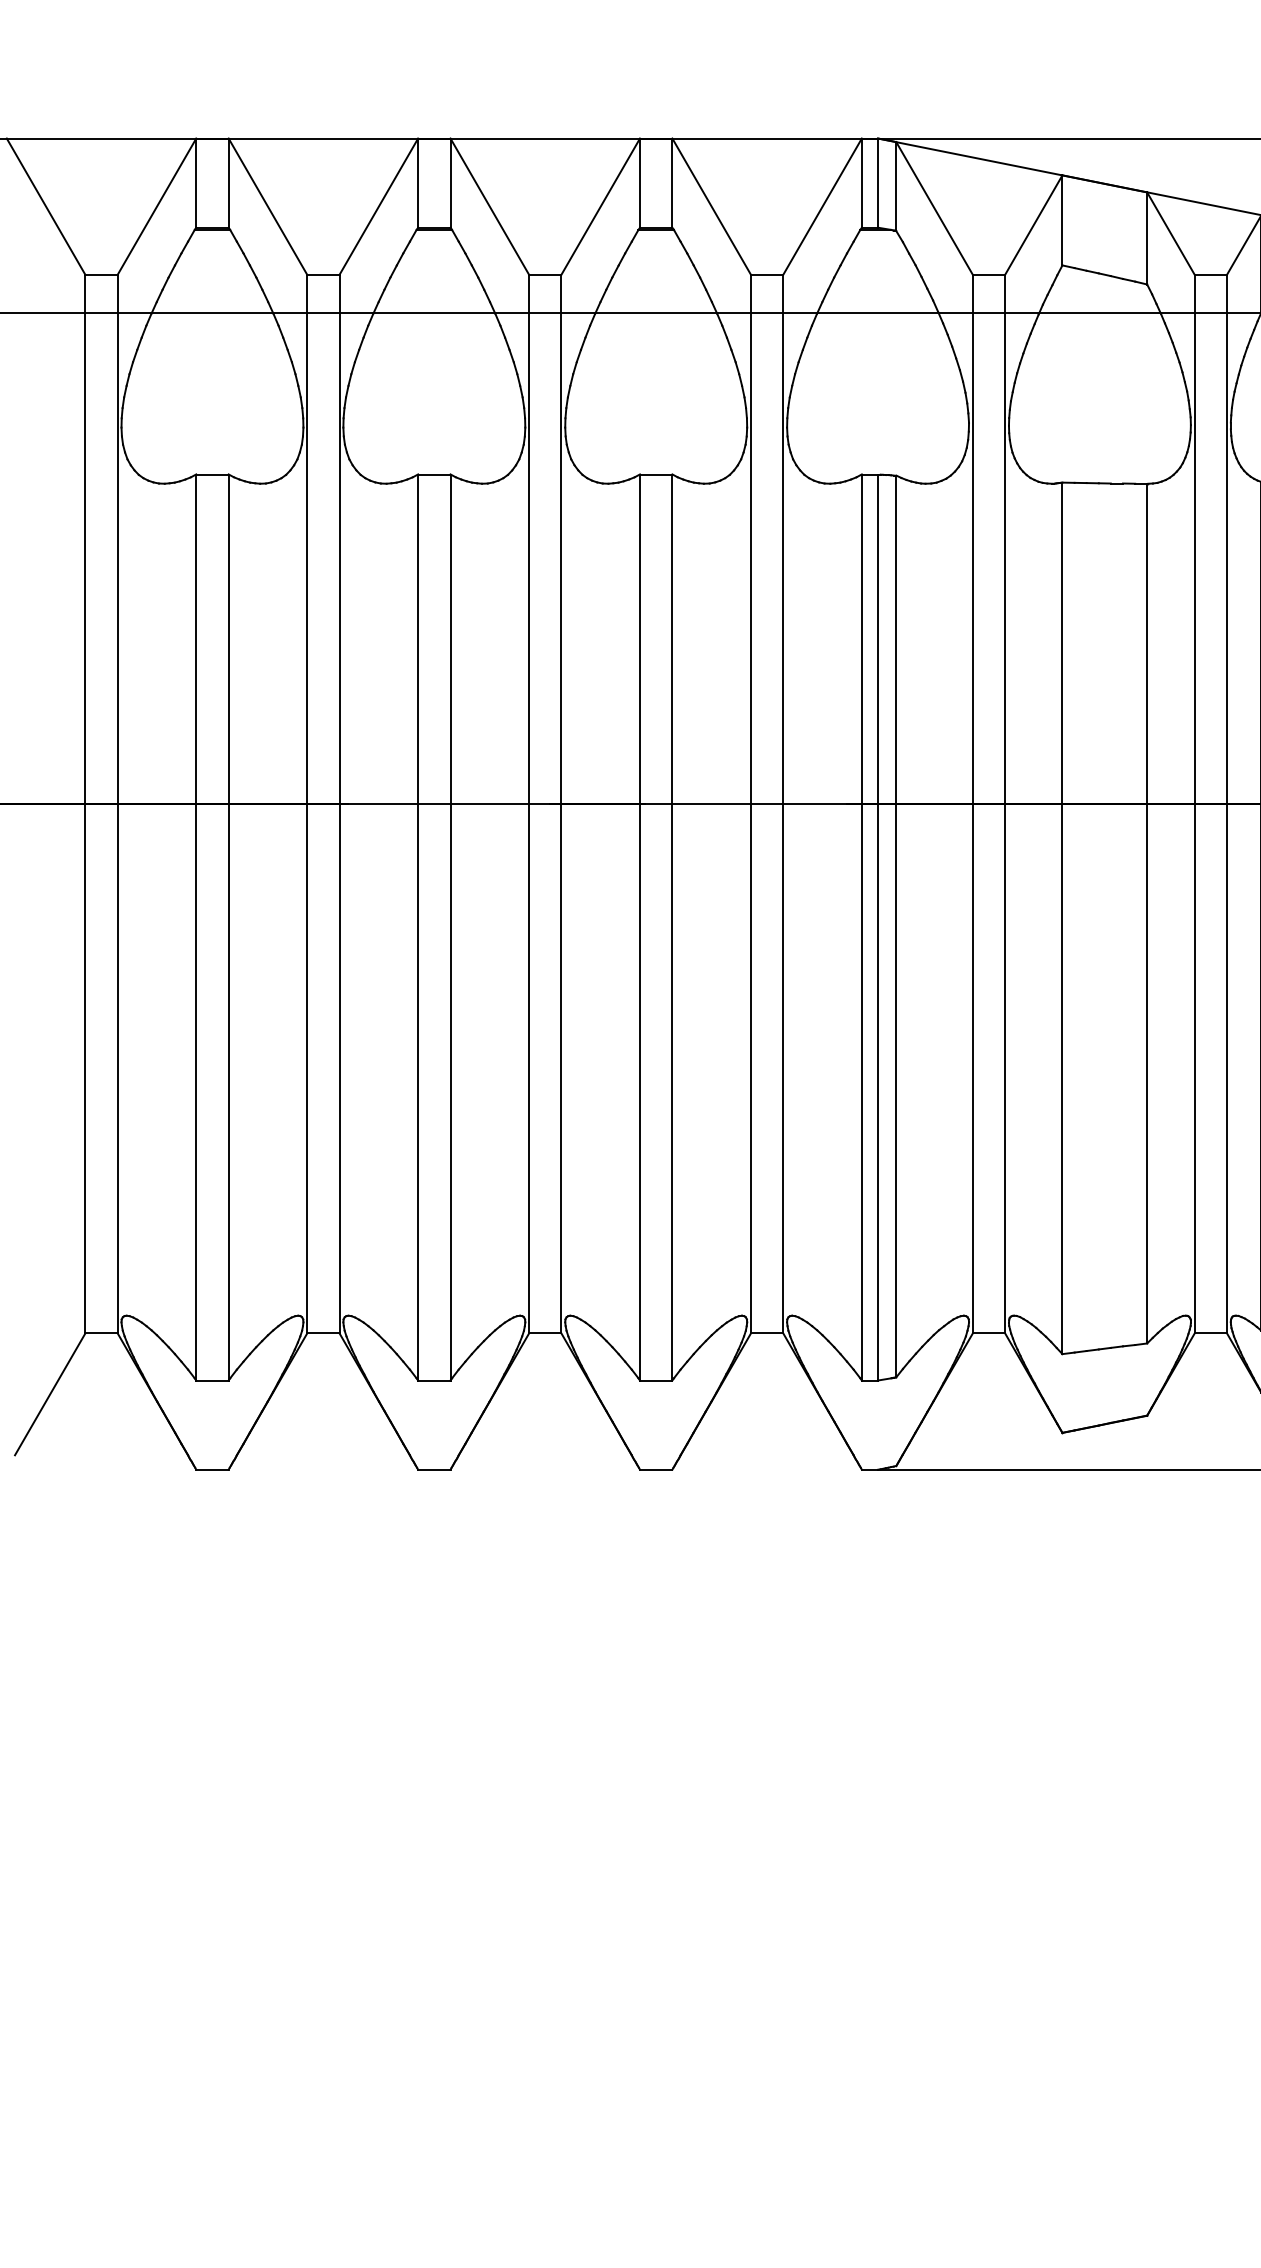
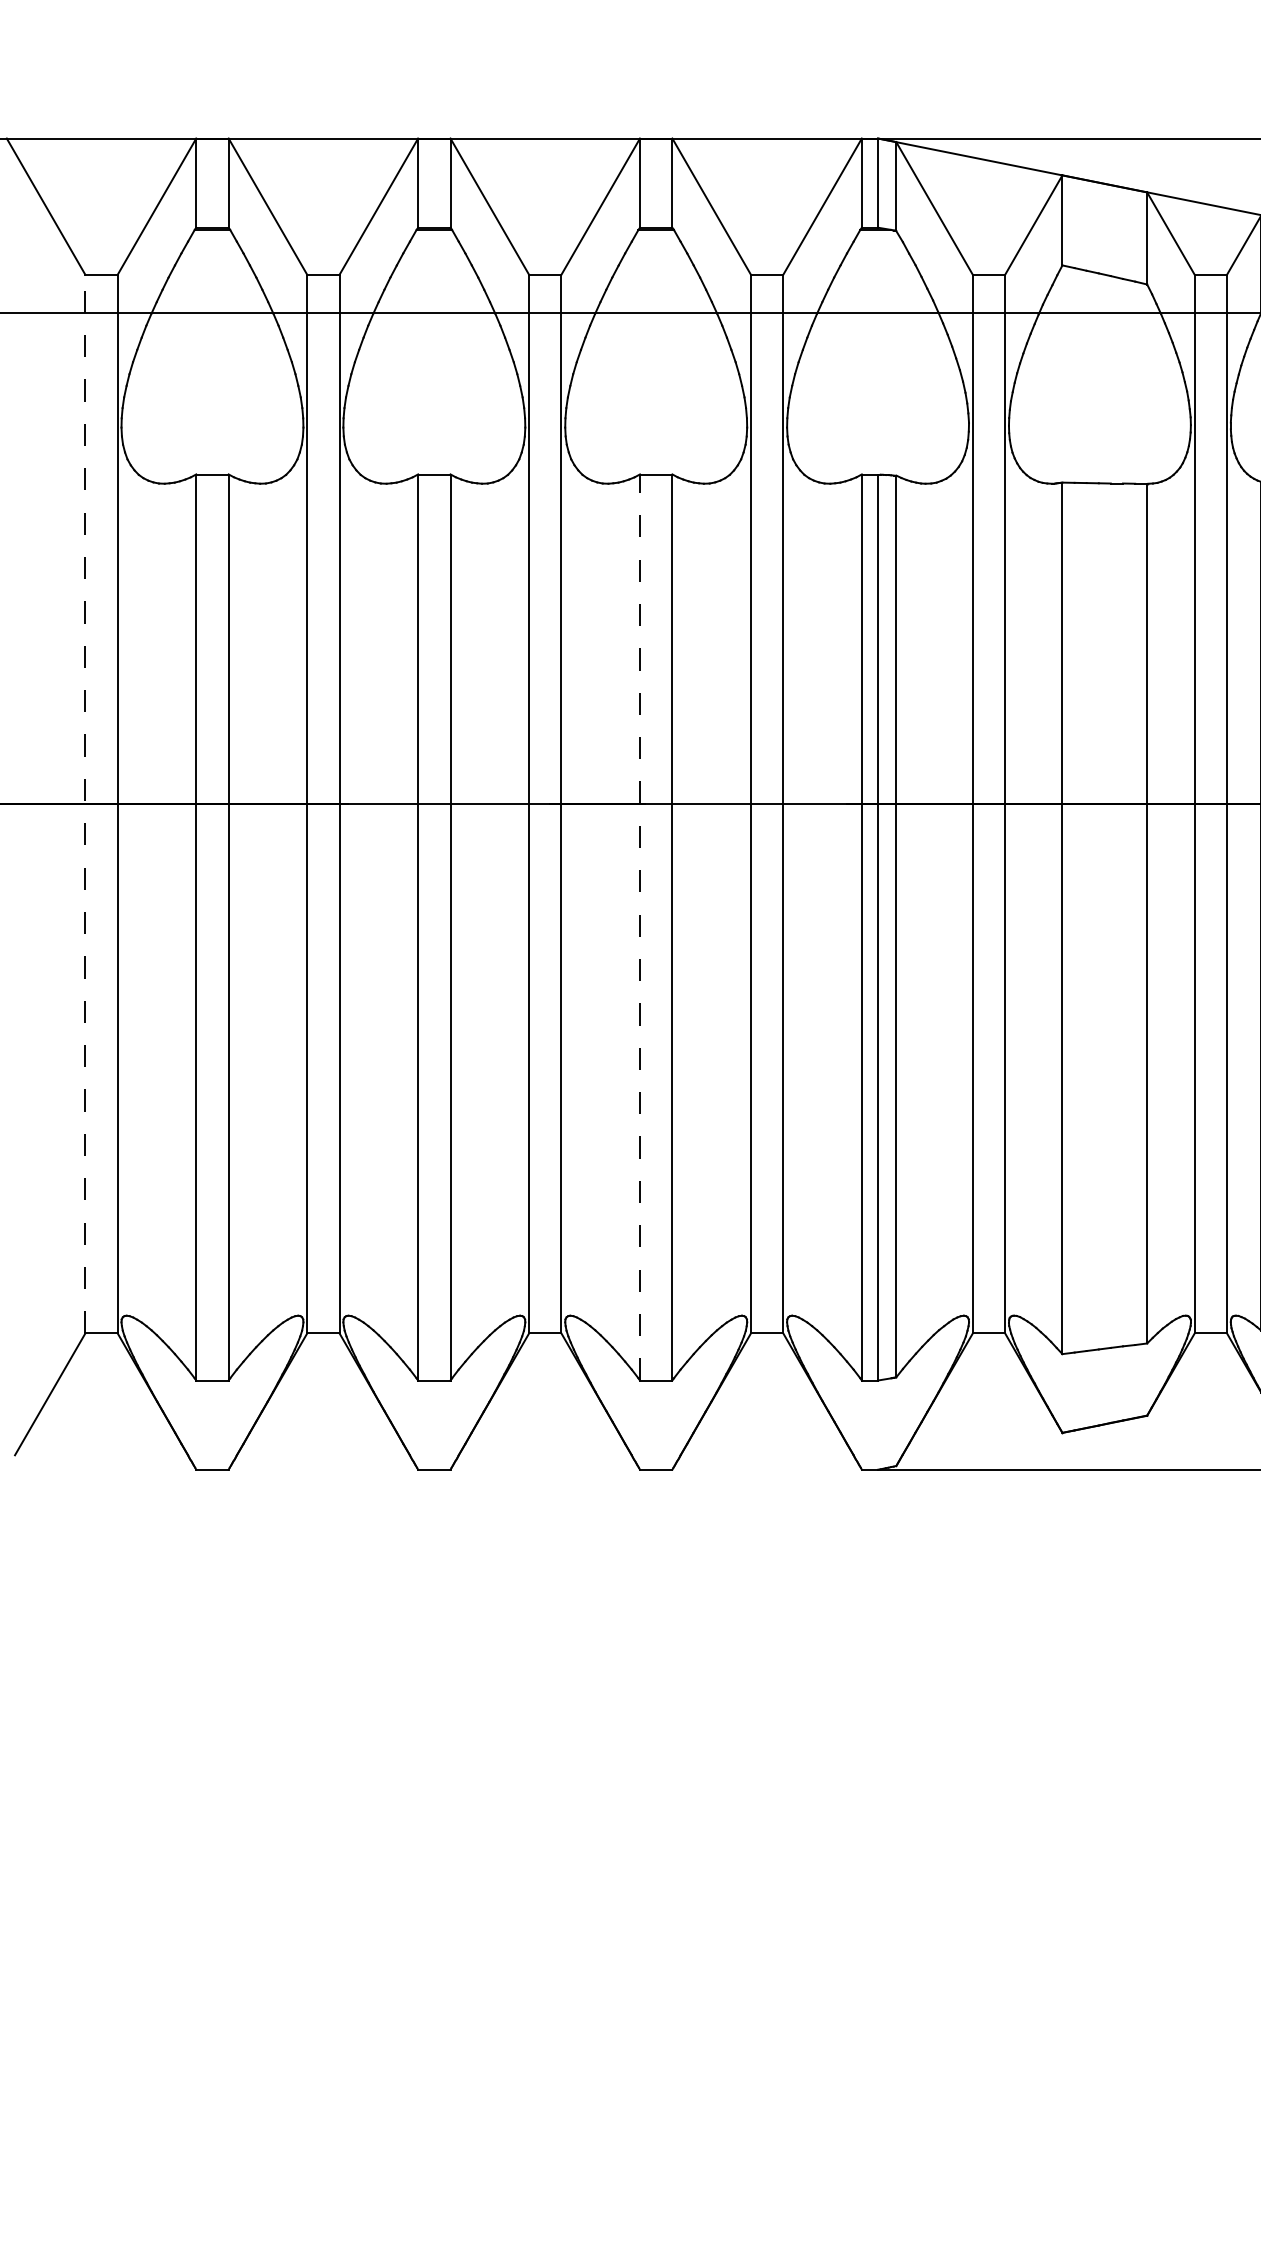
line at (85, 803): solid -> dashed
line at (640, 927): solid -> dashed
